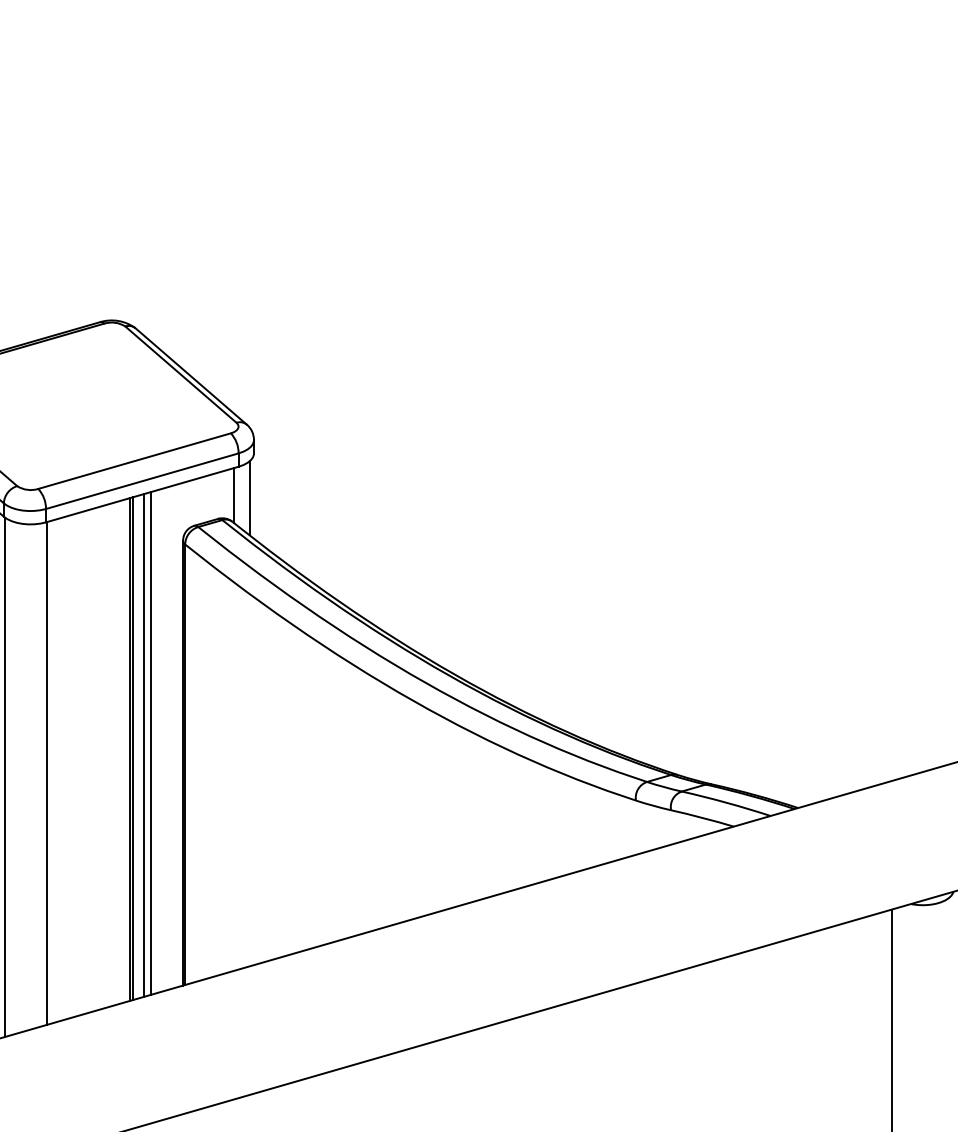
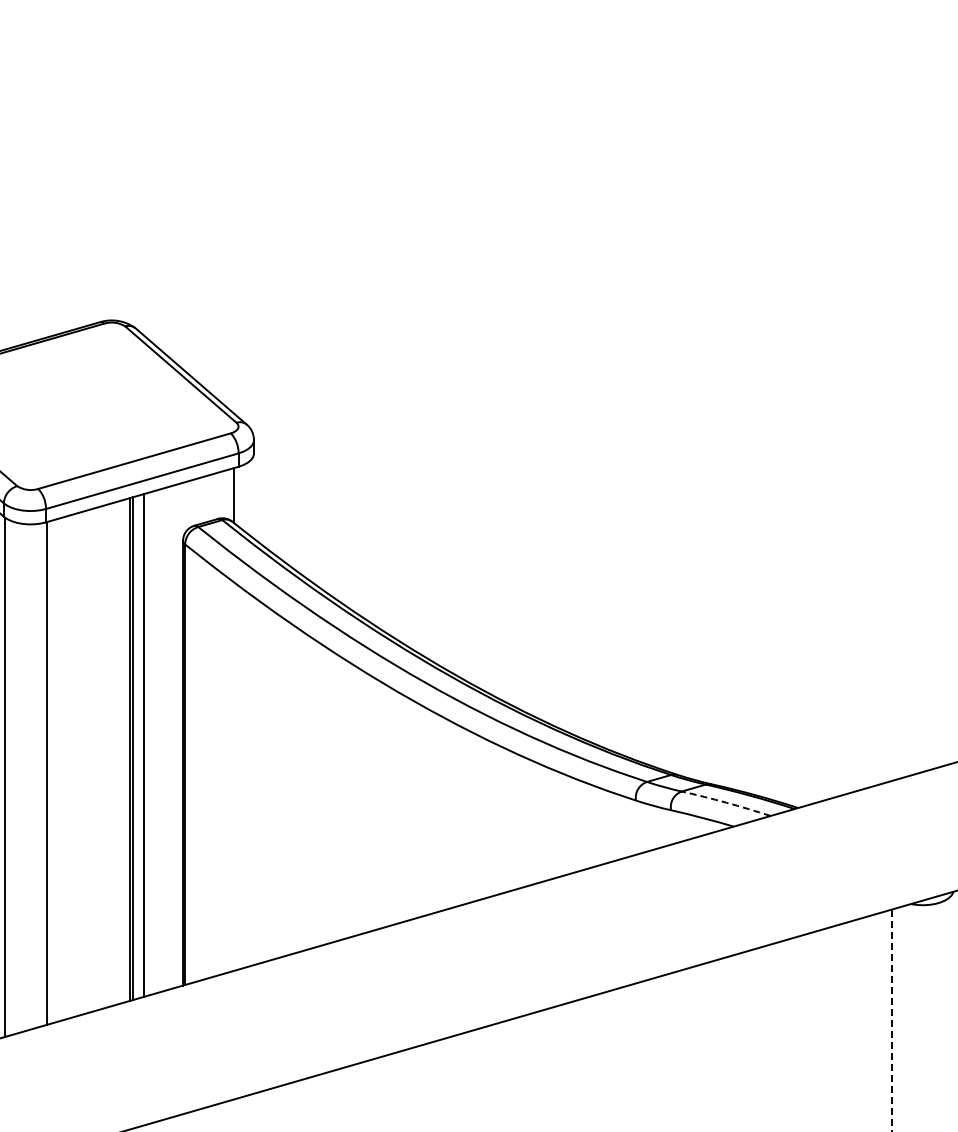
line at (249, 498): present -> none
line at (151, 742): present -> none
arc at (726, 802): solid -> dashed
line at (892, 1020): solid -> dashed
